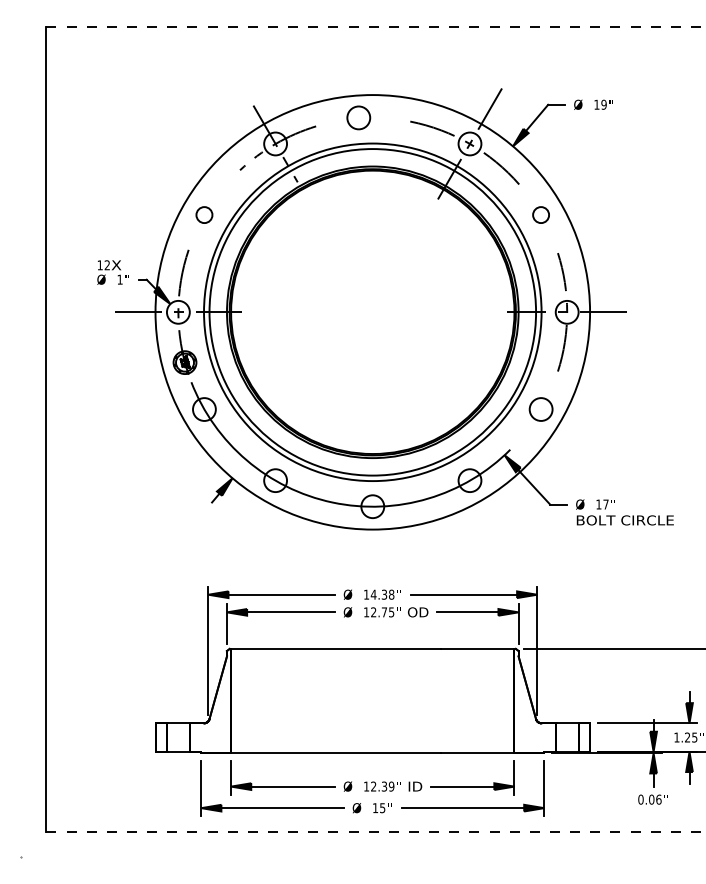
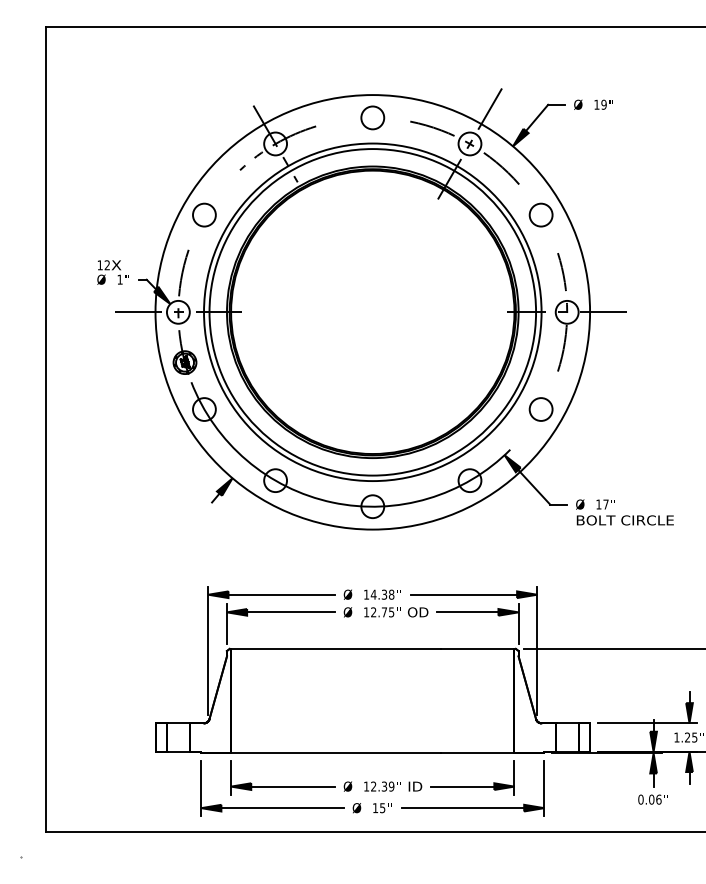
line at (376, 26): dashed -> solid
circle at (358, 117) position: (358, 117) -> (372, 117)
circle at (204, 214) size: 19x18 px -> 25x26 px
circle at (540, 214) size: 18x18 px -> 26x26 px
line at (376, 832): dashed -> solid
